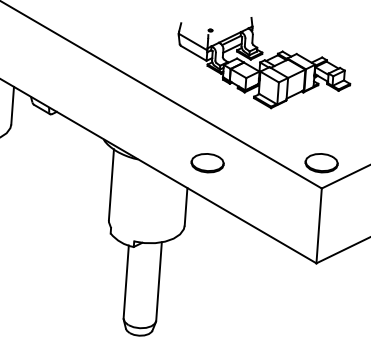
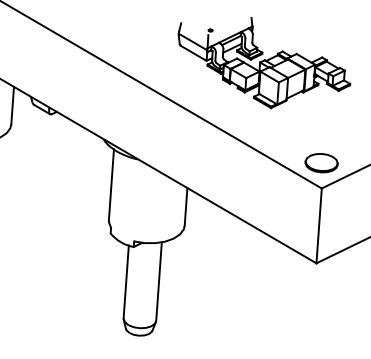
part at (207, 163): present -> none
